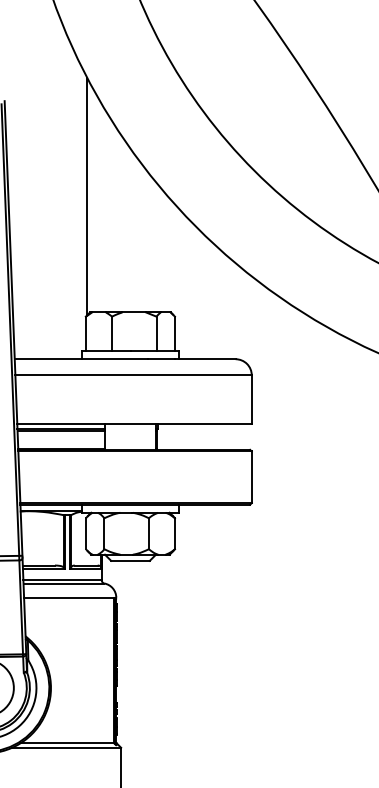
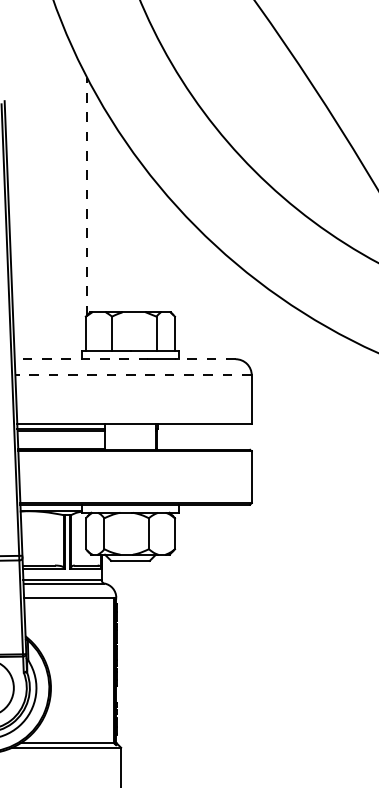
line at (87, 196): solid -> dashed
line at (81, 359): solid -> dashed
line at (205, 359): solid -> dashed
line at (133, 375): solid -> dashed
